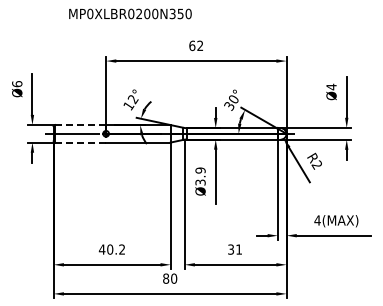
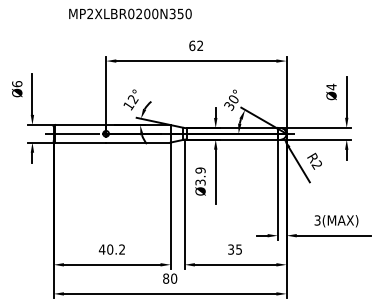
text at (90, 13): MP0XLBR0200N350 -> MP2XLBR0200N350
line at (80, 125): dashed -> solid
line at (81, 142): dashed -> solid
text at (317, 220): 4(MAX) -> 3(MAX)
text at (238, 249): 31 -> 35
